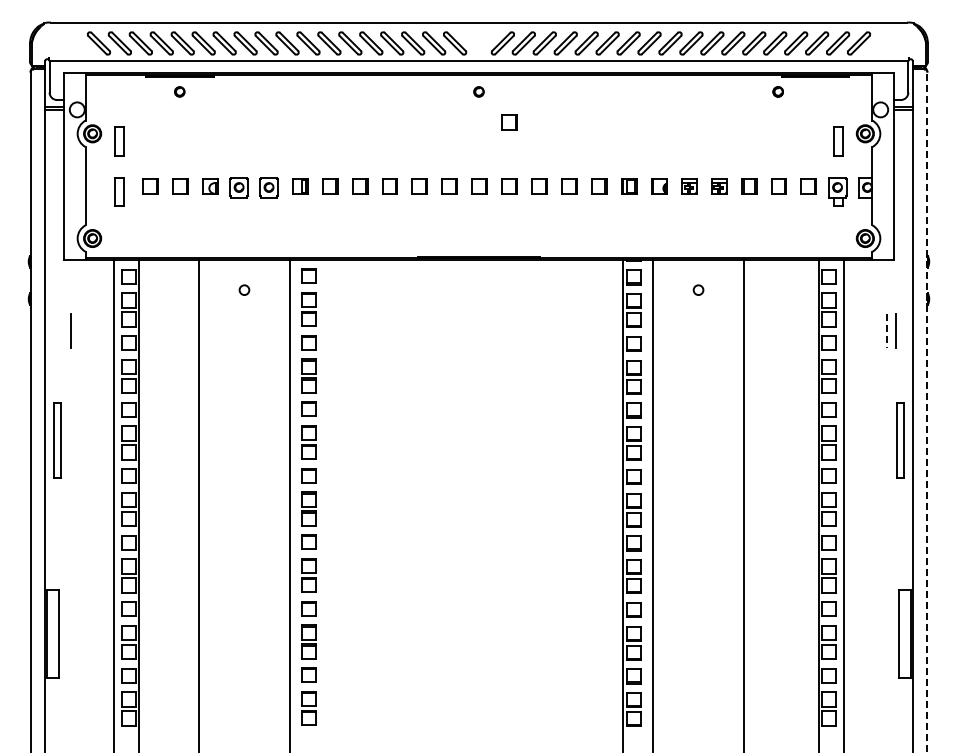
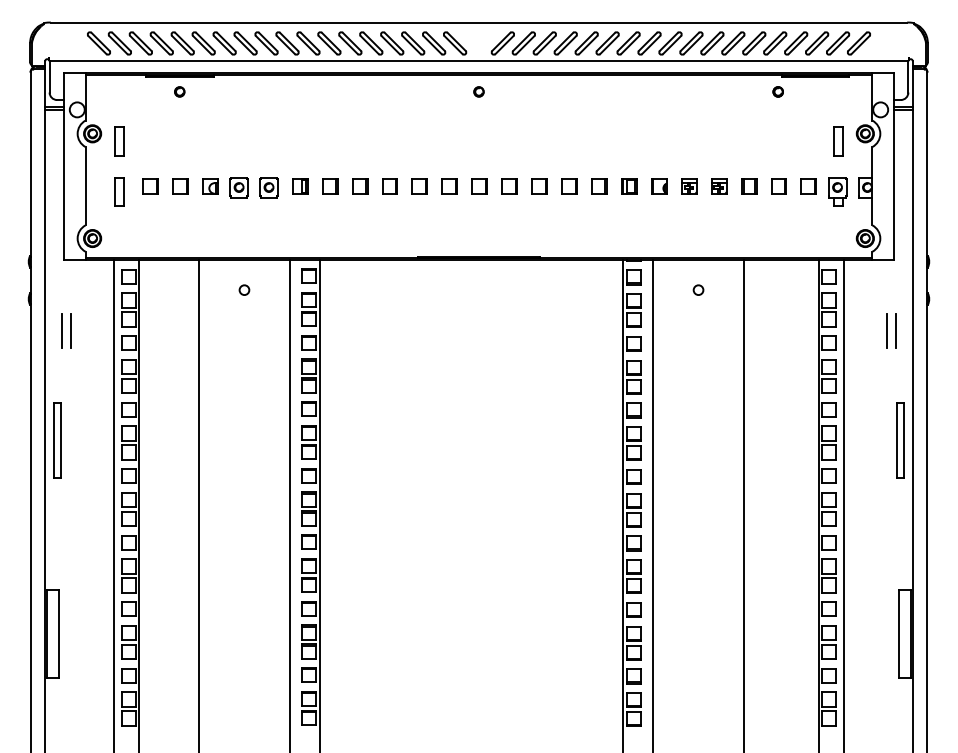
part at (509, 122): present -> none
line at (61, 331): none -> present
line at (887, 331): dashed -> solid
line at (927, 412): dashed -> solid
line at (320, 504): none -> present
